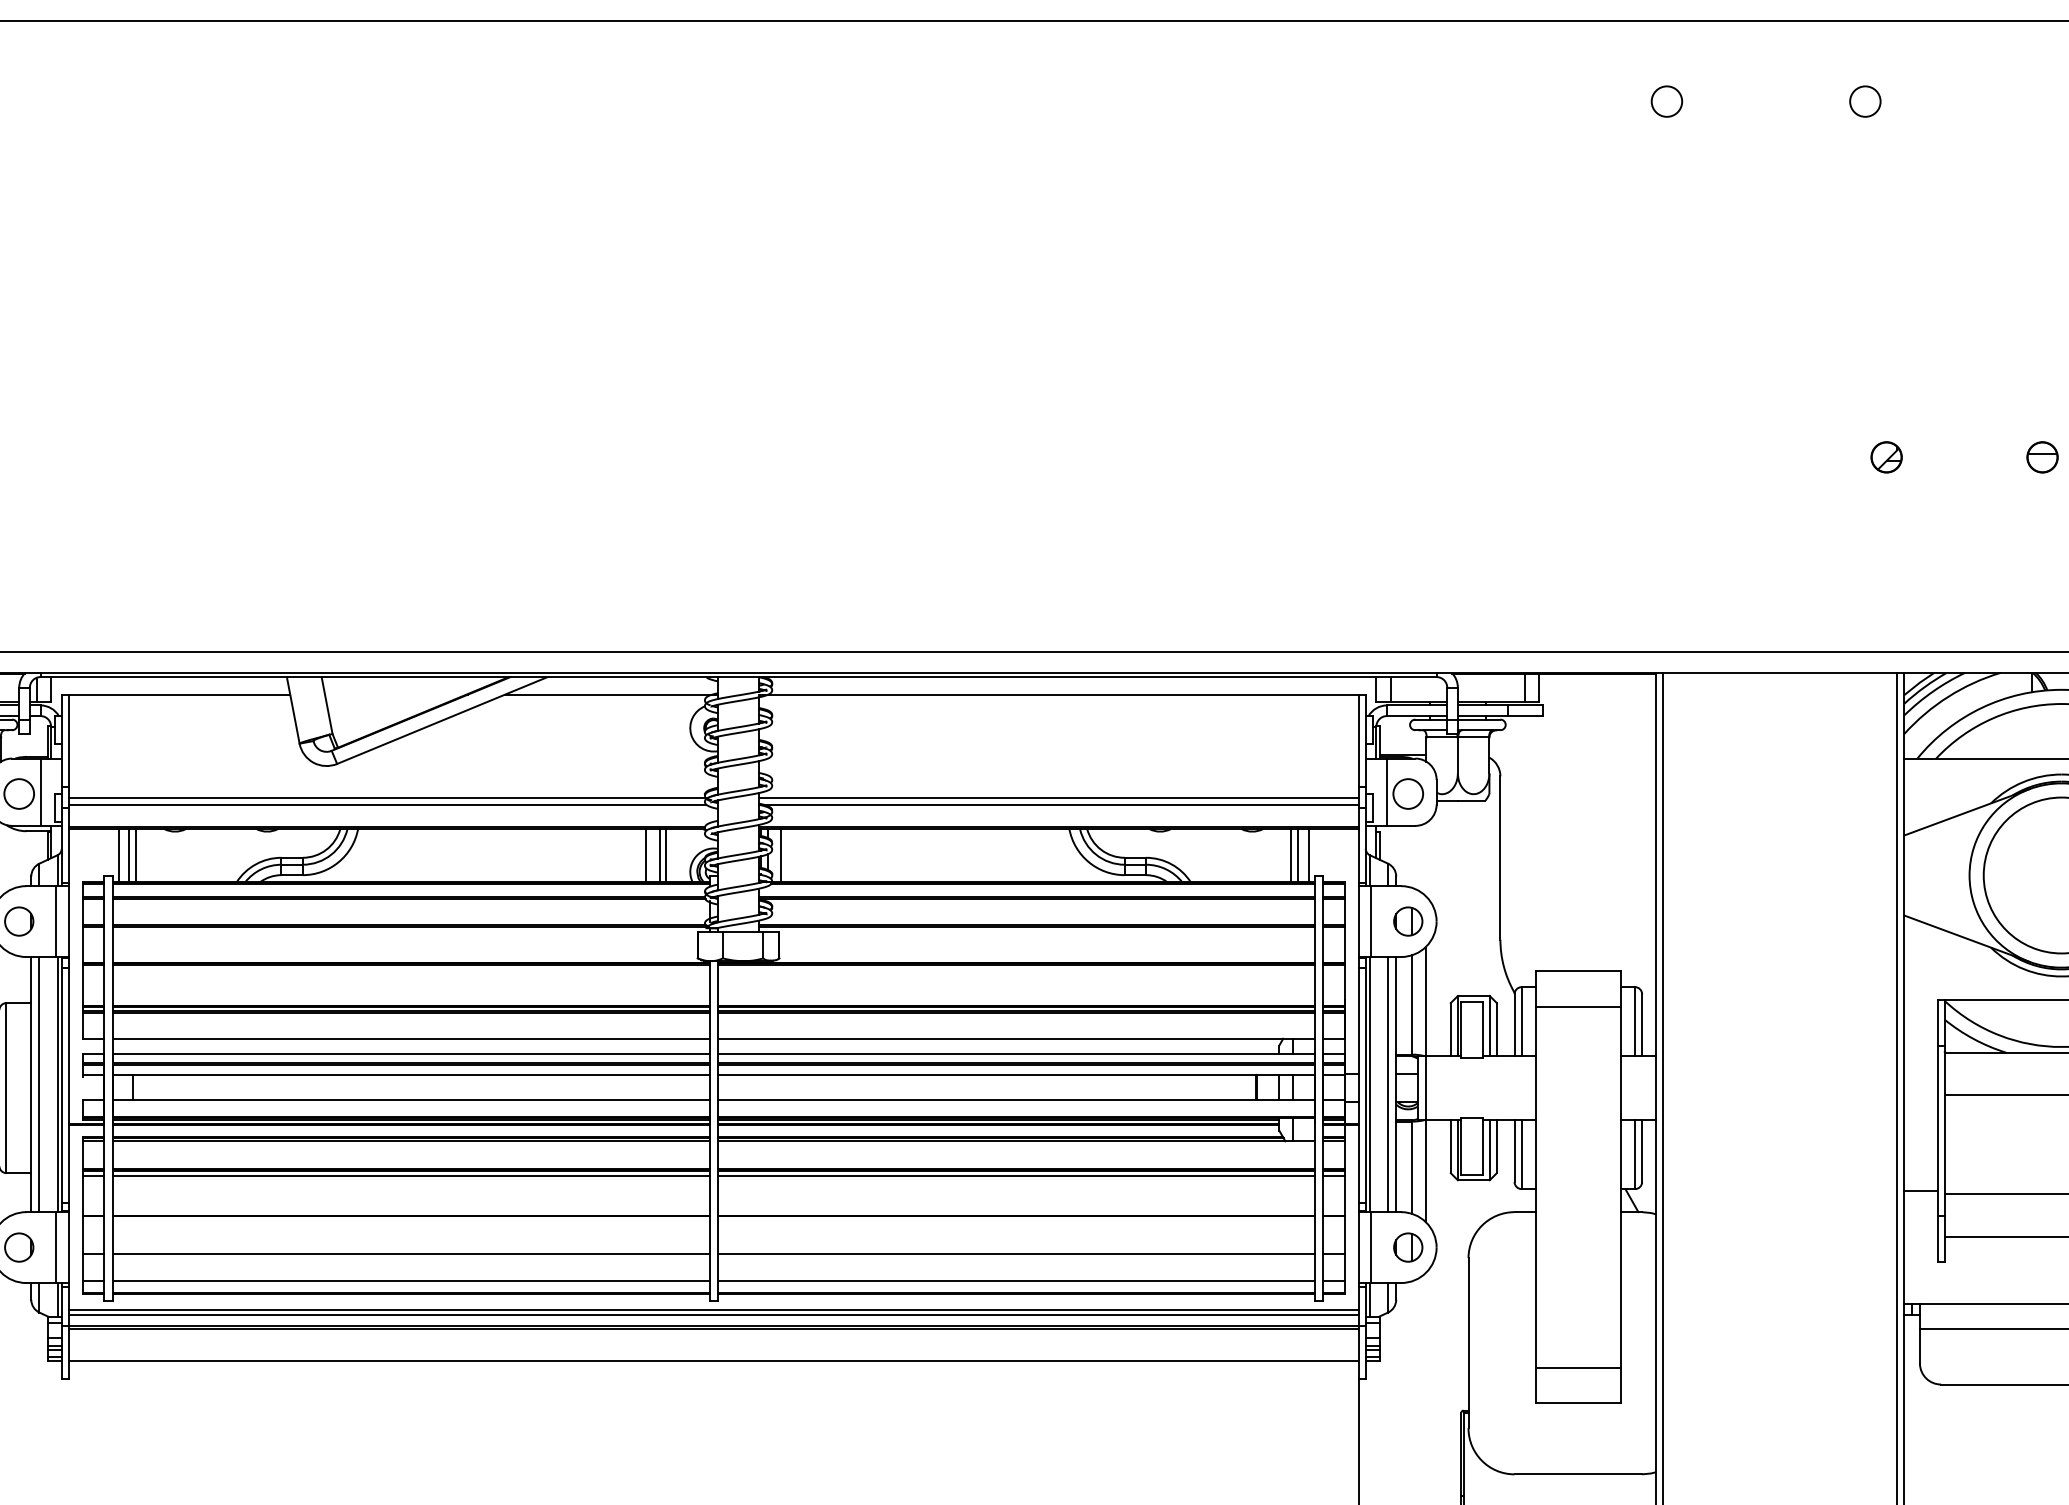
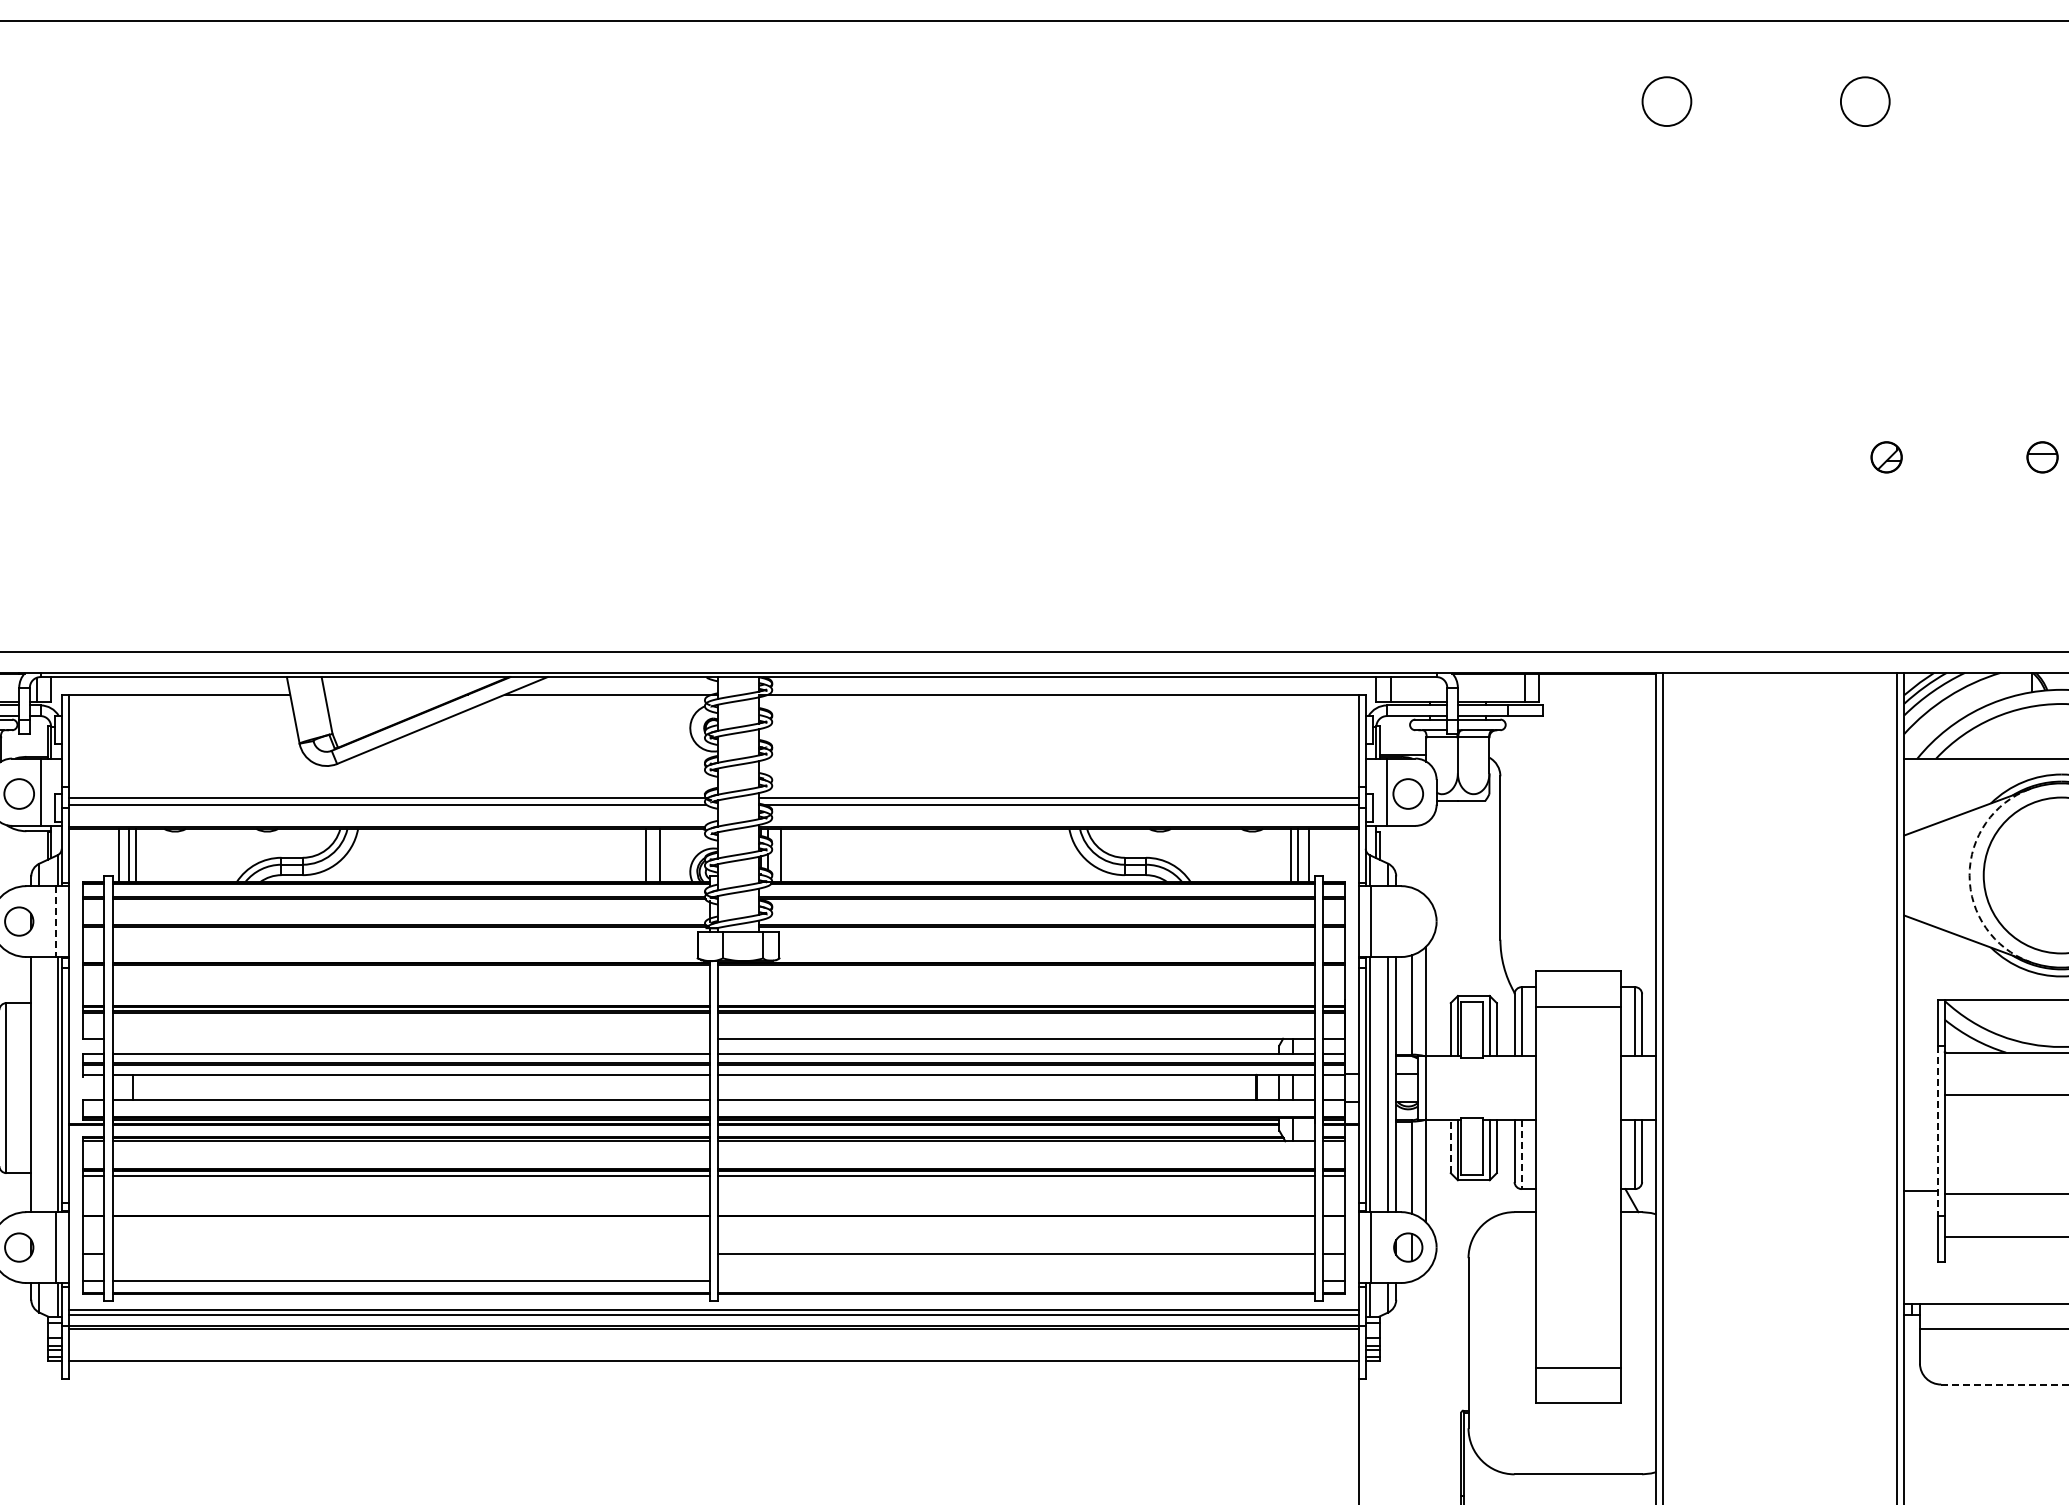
circle at (1666, 101) diameter: 30 px -> 49 px
circle at (1865, 101) size: 33x33 px -> 51x51 px
line at (666, 855): present -> none
arc at (1969, 875): solid -> dashed
part at (1408, 921): present -> none
line at (56, 922): solid -> dashed
line at (410, 1038): present -> none
line at (39, 1084): present -> none
line at (1937, 1131): solid -> dashed
line at (1450, 1146): solid -> dashed
line at (1521, 1154): solid -> dashed
line at (410, 1253): present -> none
line at (1016, 1280): present -> none
line at (2005, 1384): solid -> dashed
